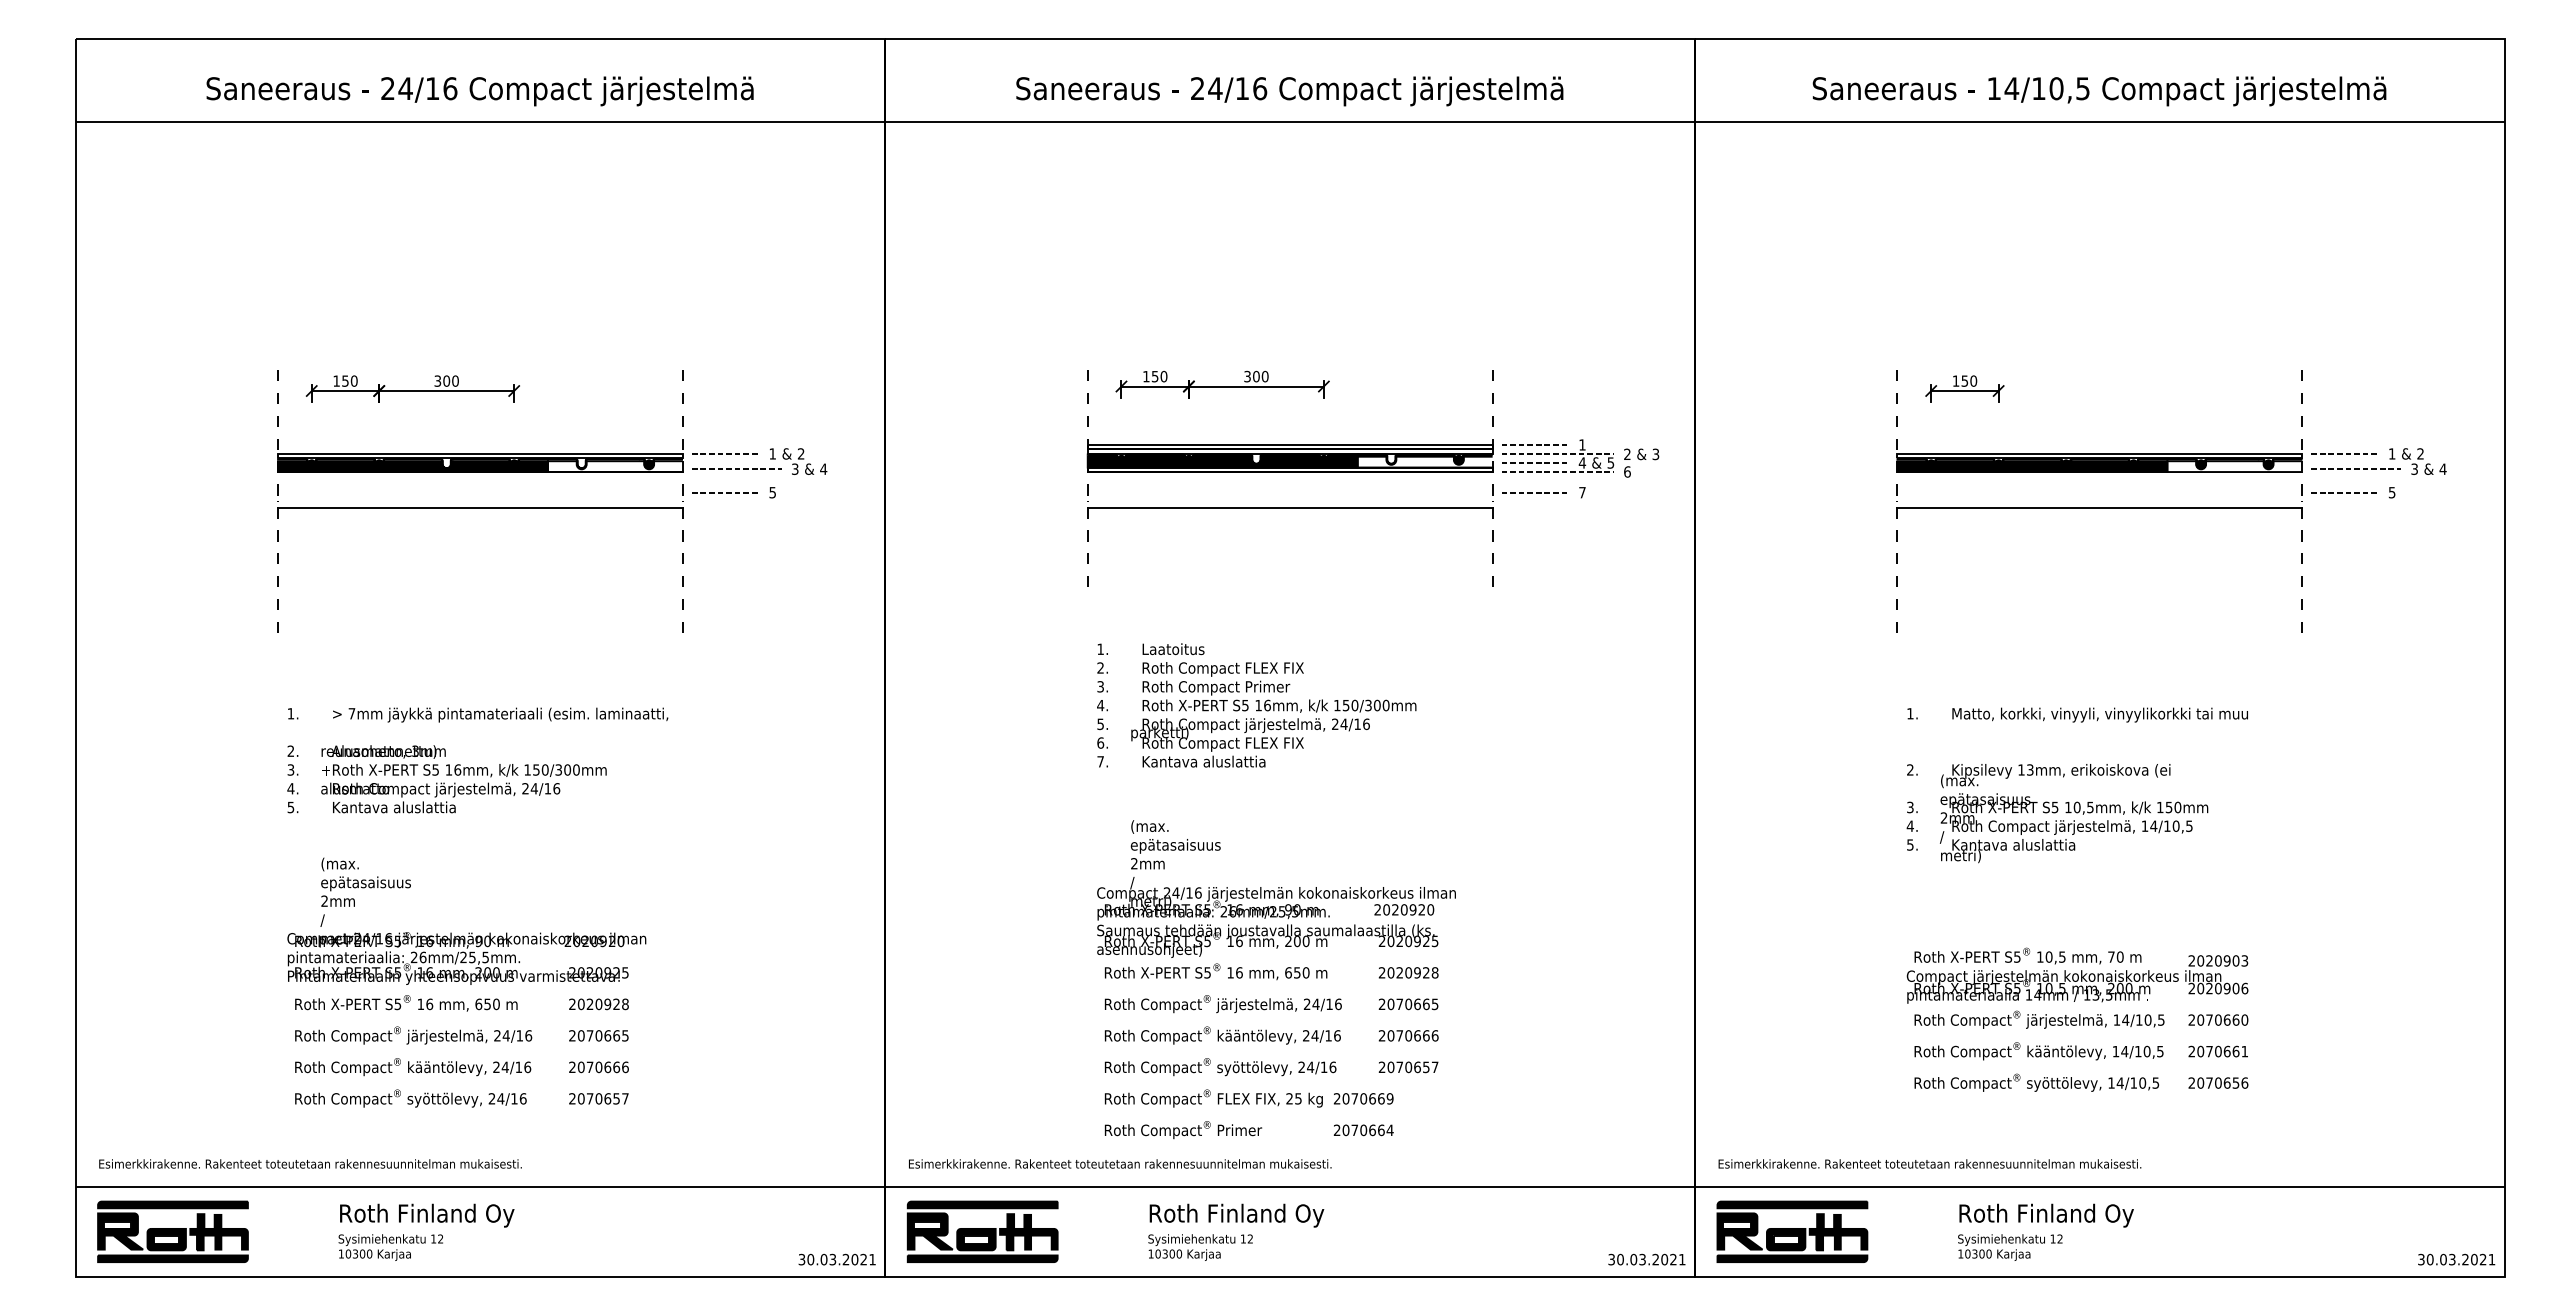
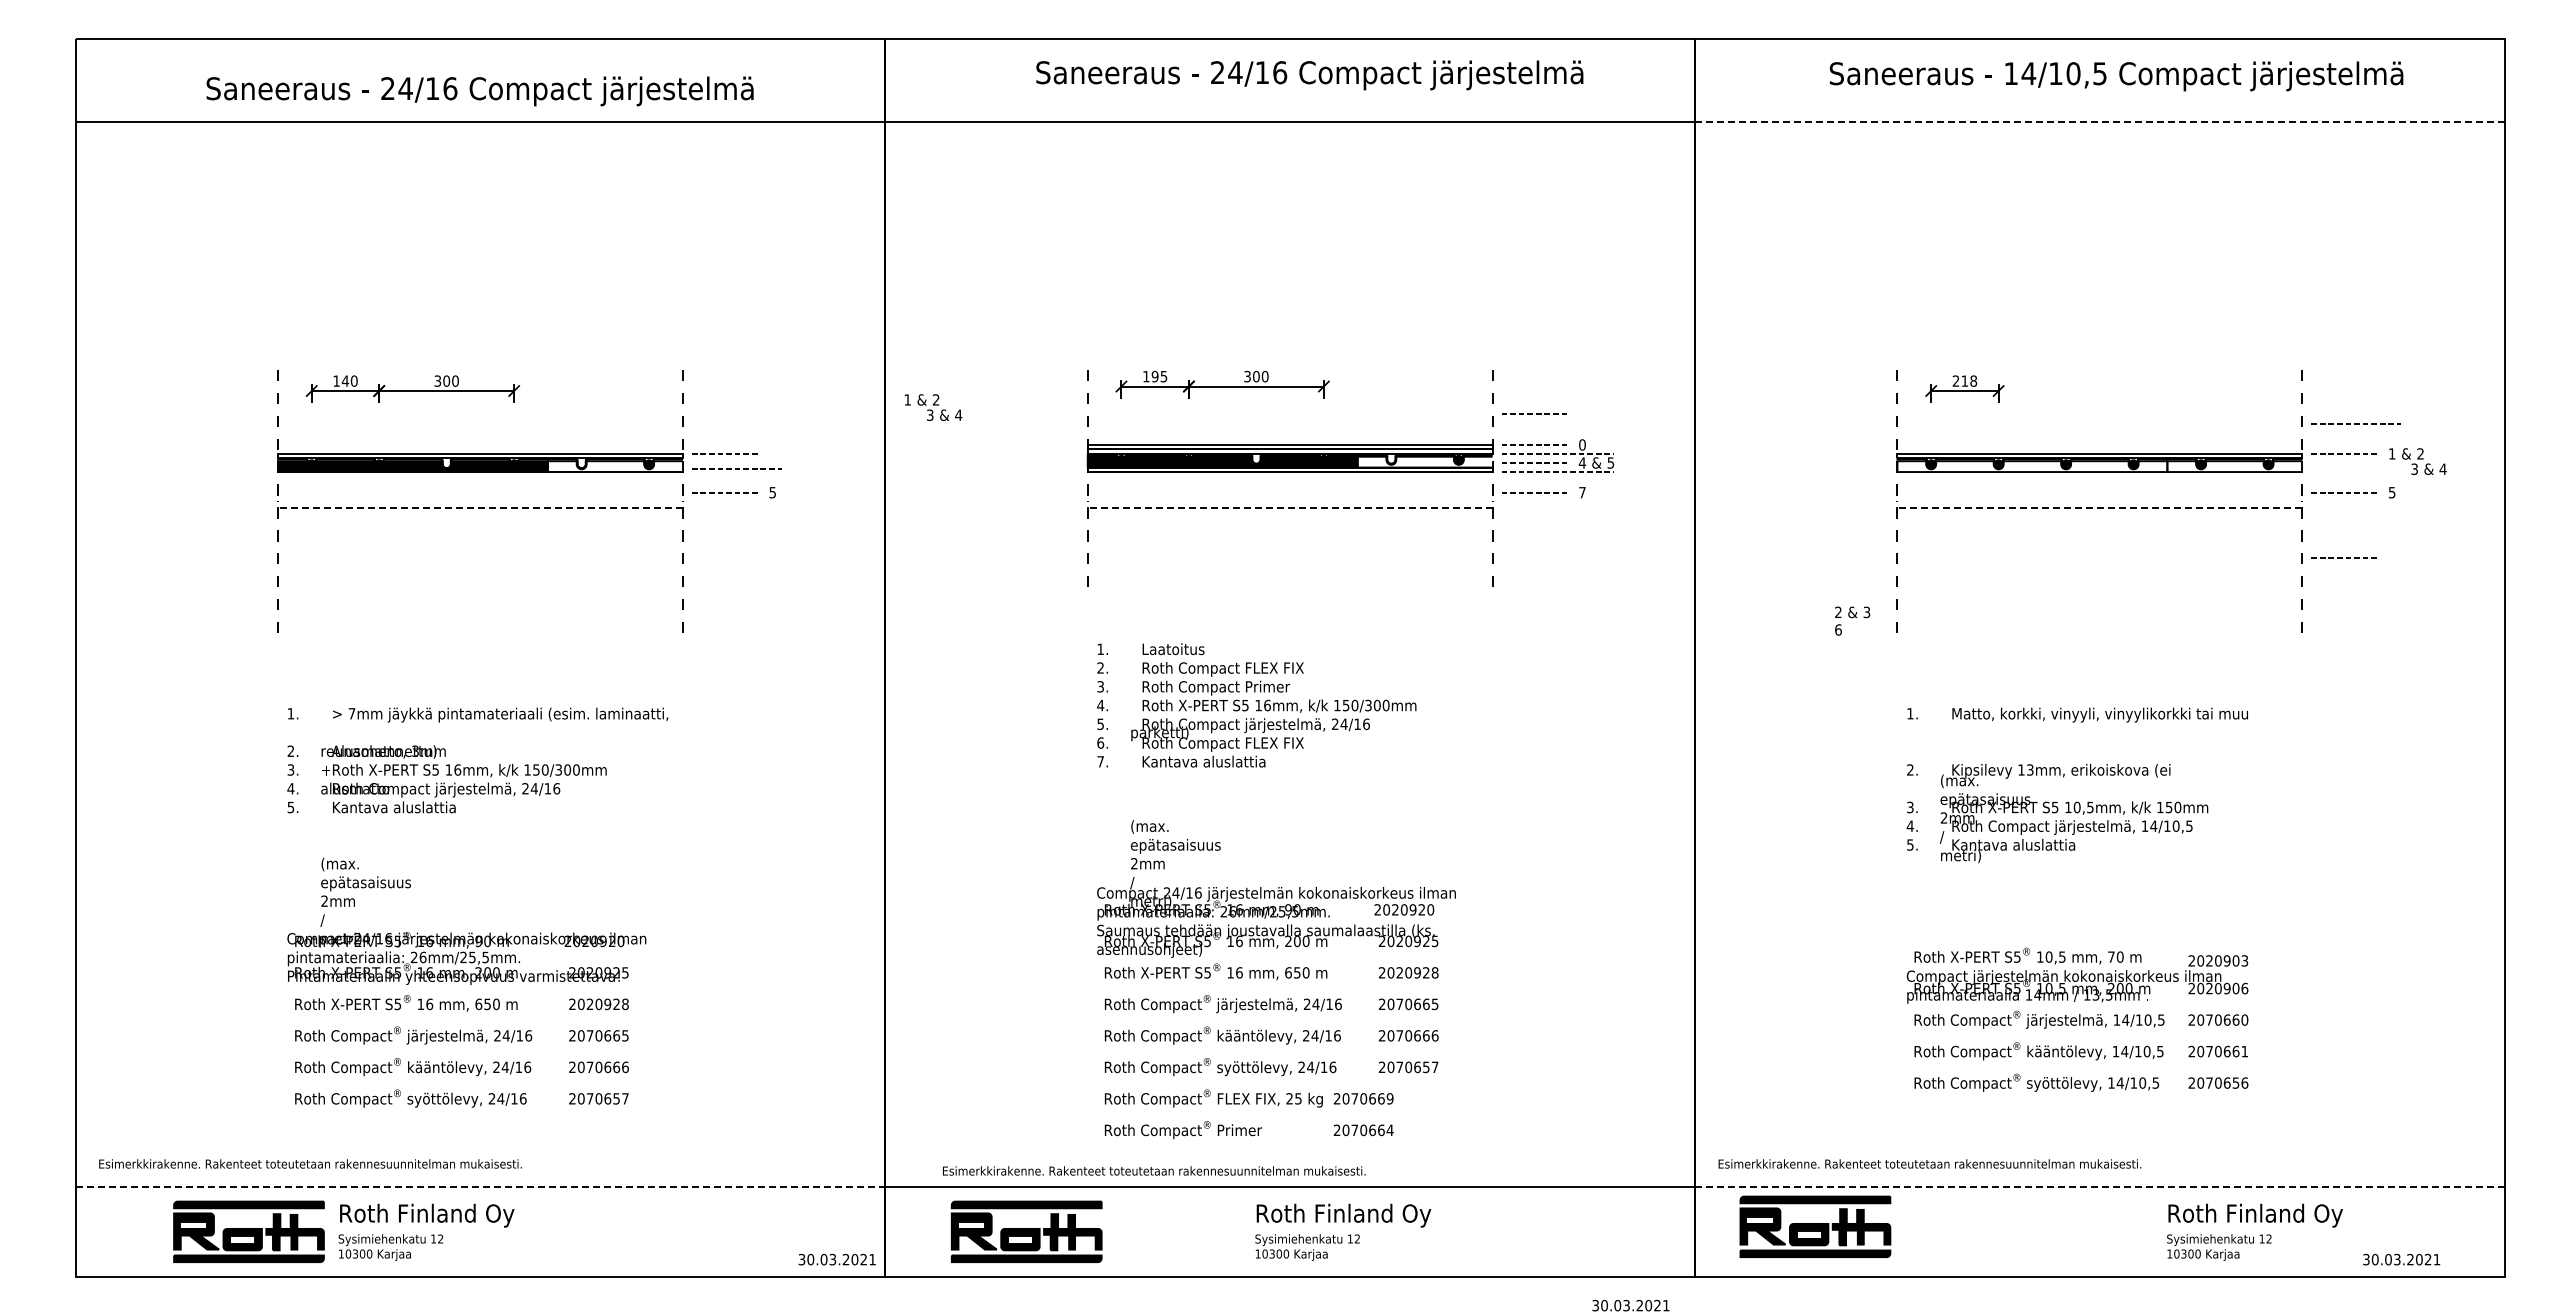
text at (1289, 91) position: (1289, 91) -> (1309, 75)
text at (2099, 91) position: (2099, 91) -> (2116, 76)
line at (2099, 122): solid -> dashed
text at (1159, 376): 150 -> 195
text at (345, 380): 150 -> 140
text at (1964, 380): 150 -> 218
line at (1532, 413): none -> present
text at (1582, 444): 1 -> 0
text at (798, 461) position: (798, 461) -> (933, 407)
text at (1641, 462) position: (1641, 462) -> (1852, 620)
fill at (2032, 466): present -> none
line at (2355, 468) position: (2355, 468) -> (2355, 423)
line at (479, 508): solid -> dashed
line at (1289, 508): solid -> dashed
line at (2099, 508): solid -> dashed
line at (2342, 557): none -> present
text at (1120, 1163) position: (1120, 1163) -> (1154, 1170)
line at (480, 1186): solid -> dashed
line at (2099, 1186): solid -> dashed
part at (172, 1231) position: (172, 1231) -> (248, 1231)
part at (982, 1231) position: (982, 1231) -> (1026, 1231)
text at (1236, 1231) position: (1236, 1231) -> (1343, 1231)
part at (1792, 1231) position: (1792, 1231) -> (1815, 1226)
text at (2045, 1231) position: (2045, 1231) -> (2254, 1231)
text at (1646, 1259) position: (1646, 1259) -> (1630, 1305)
text at (2456, 1259) position: (2456, 1259) -> (2401, 1259)
